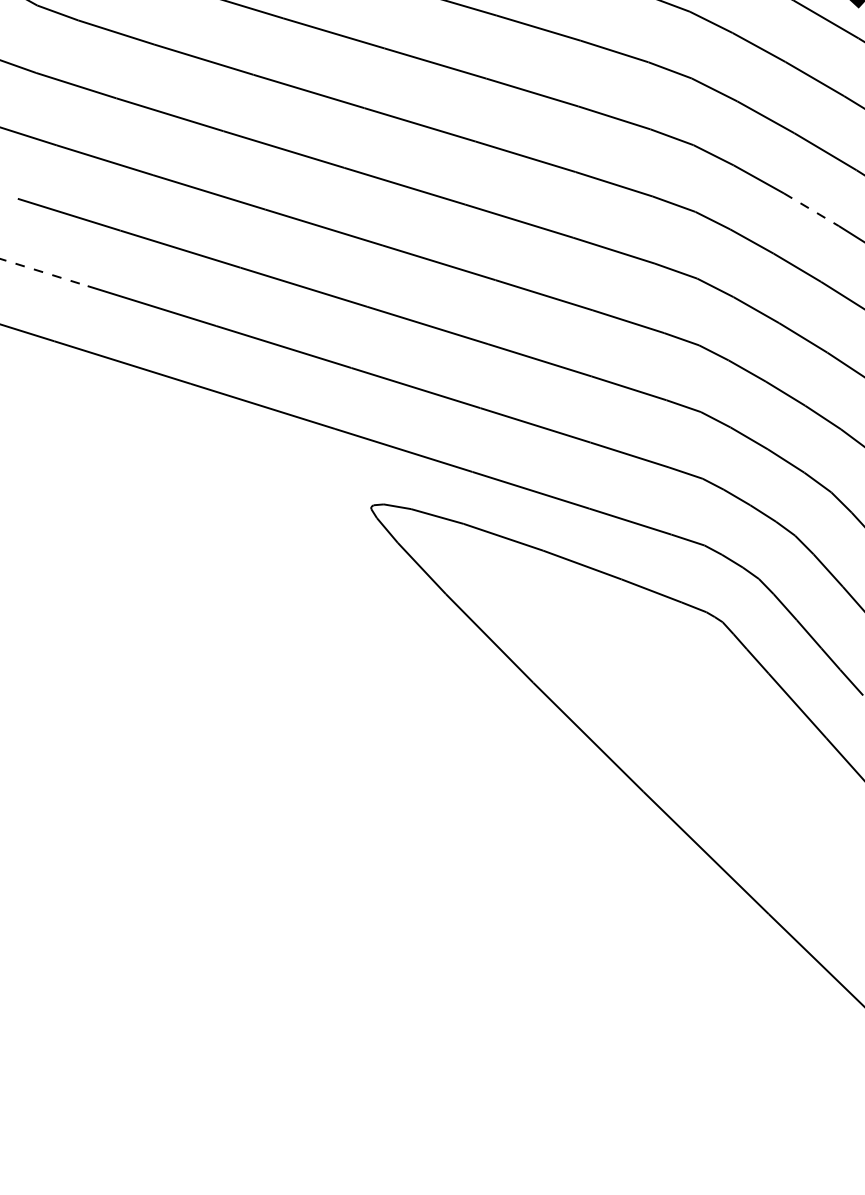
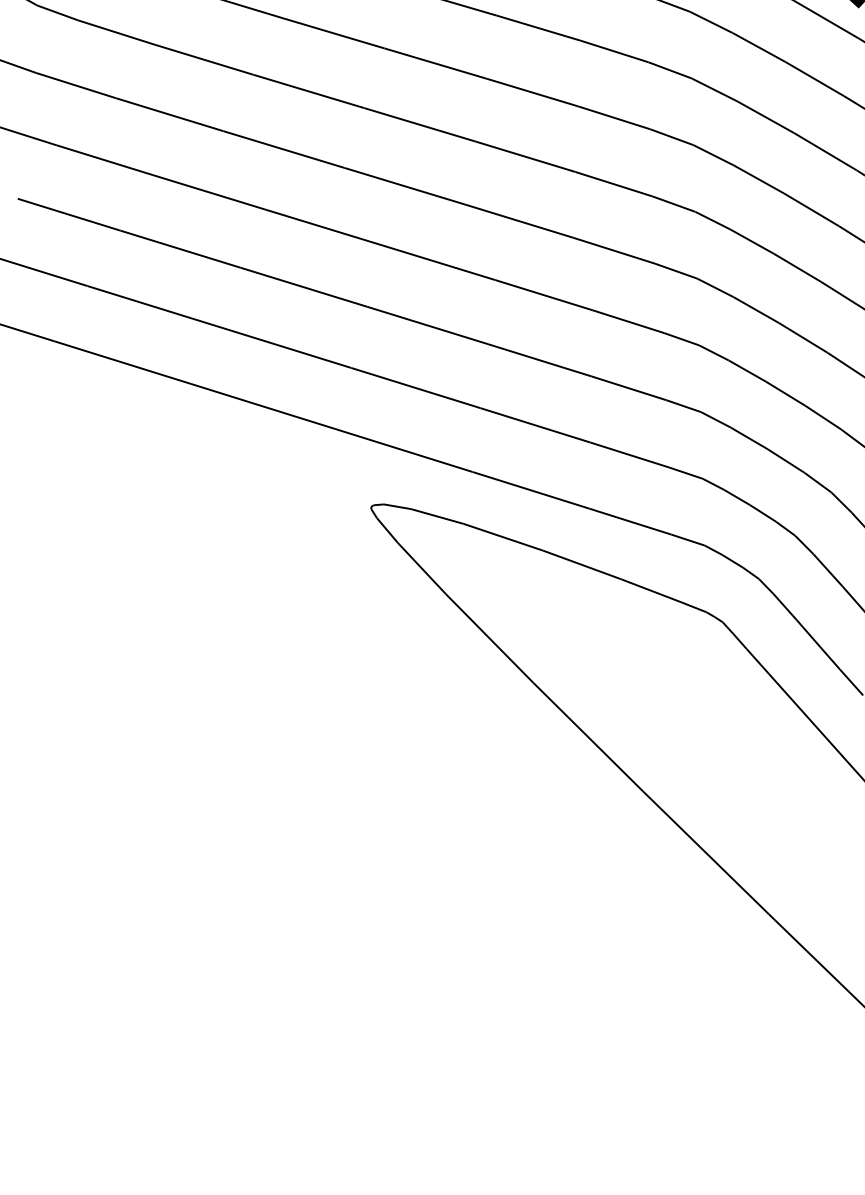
line at (811, 209): dashed -> solid
line at (44, 272): dashed -> solid
